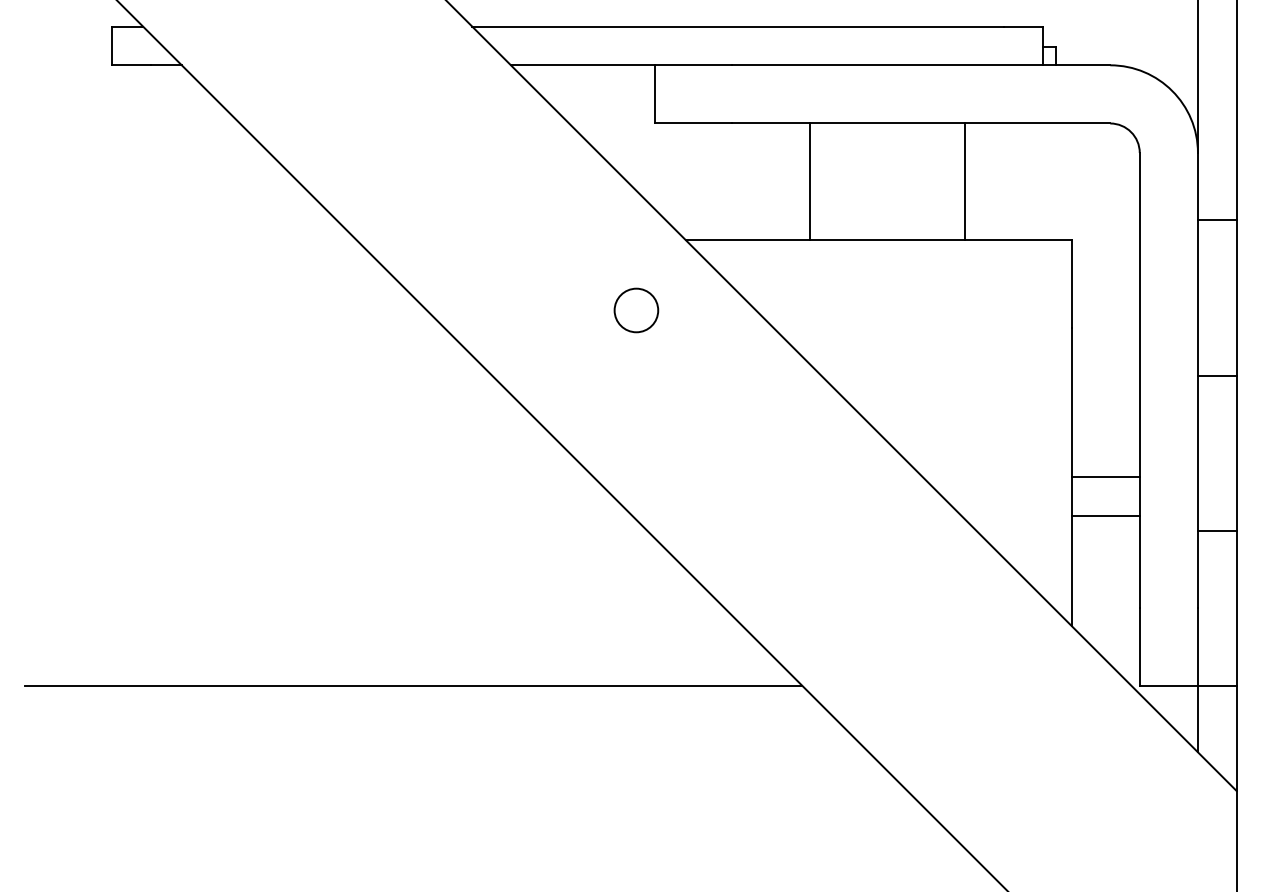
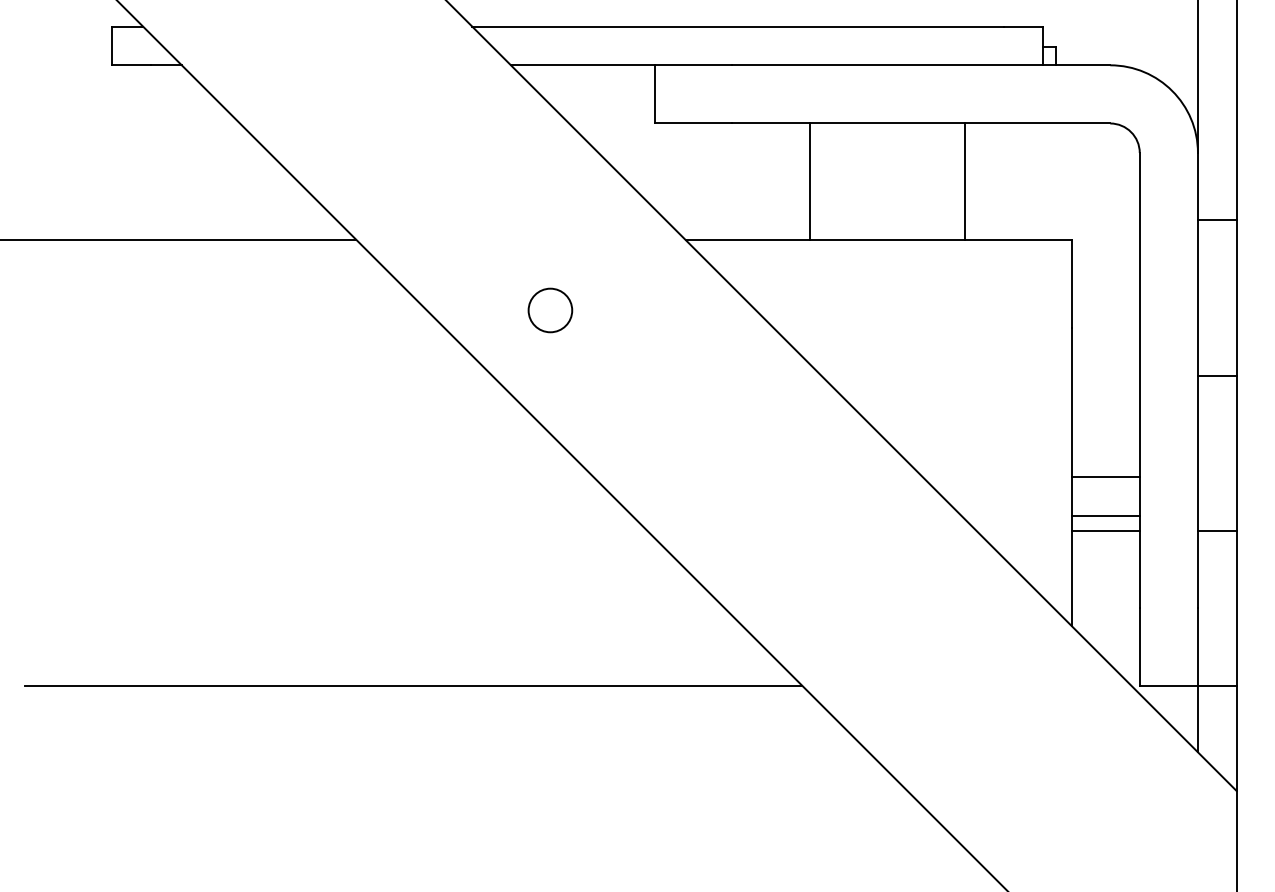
line at (179, 239): none -> present
circle at (636, 310) position: (636, 310) -> (550, 310)
line at (1105, 530): none -> present
